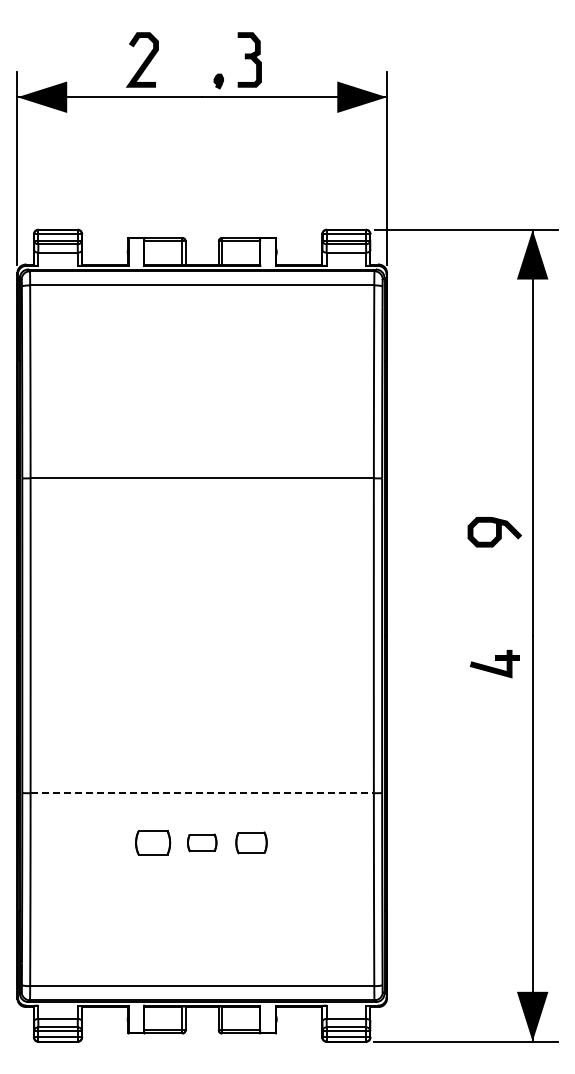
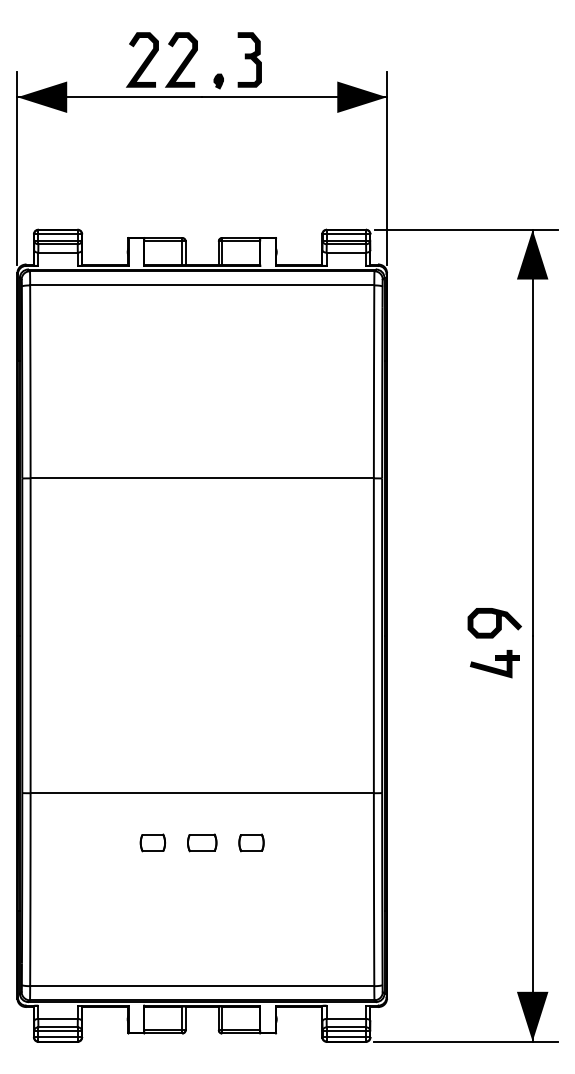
curve at (183, 60): none -> present
curve at (496, 532) position: (496, 532) -> (496, 623)
line at (202, 793): dashed -> solid
part at (153, 842) size: 37x26 px -> 27x20 px
part at (251, 842) size: 33x24 px -> 27x20 px
